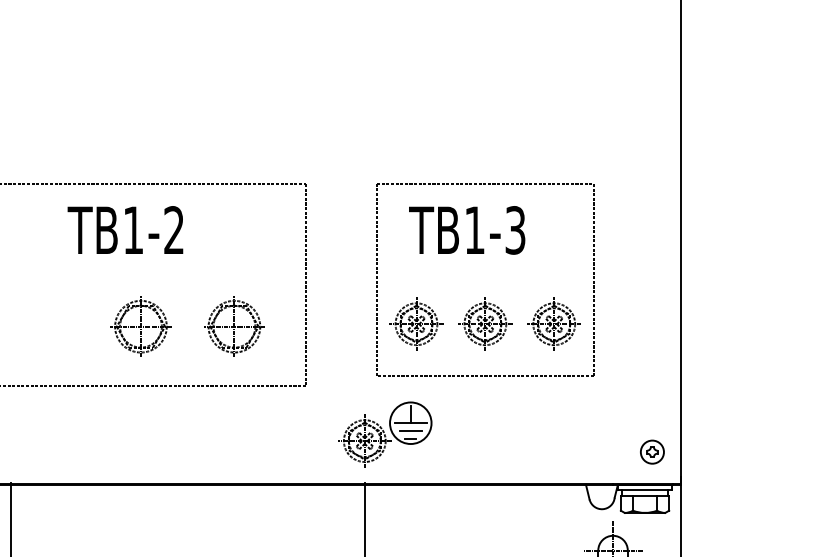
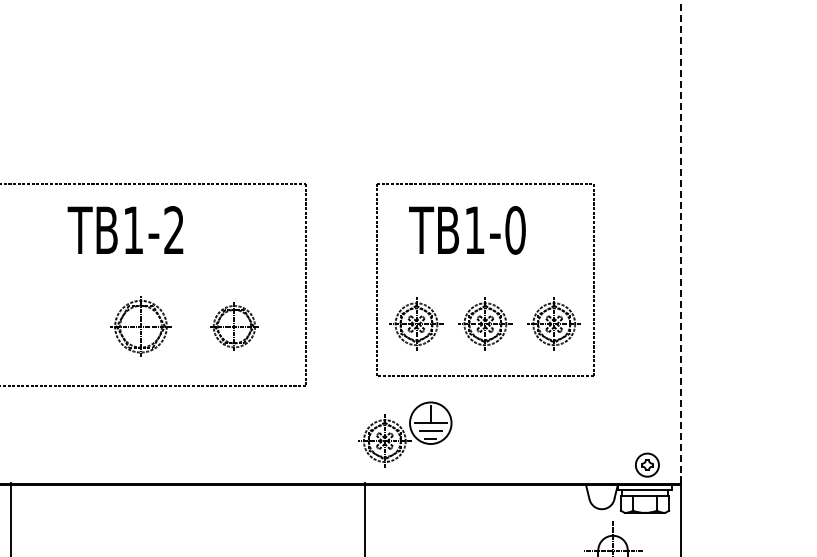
text at (515, 230): TB1-3 -> TB1-0
line at (680, 242): solid -> dashed
part at (234, 326) size: 61x61 px -> 49x49 px
part at (385, 434) position: (385, 434) -> (405, 434)
part at (652, 451) position: (652, 451) -> (647, 464)
